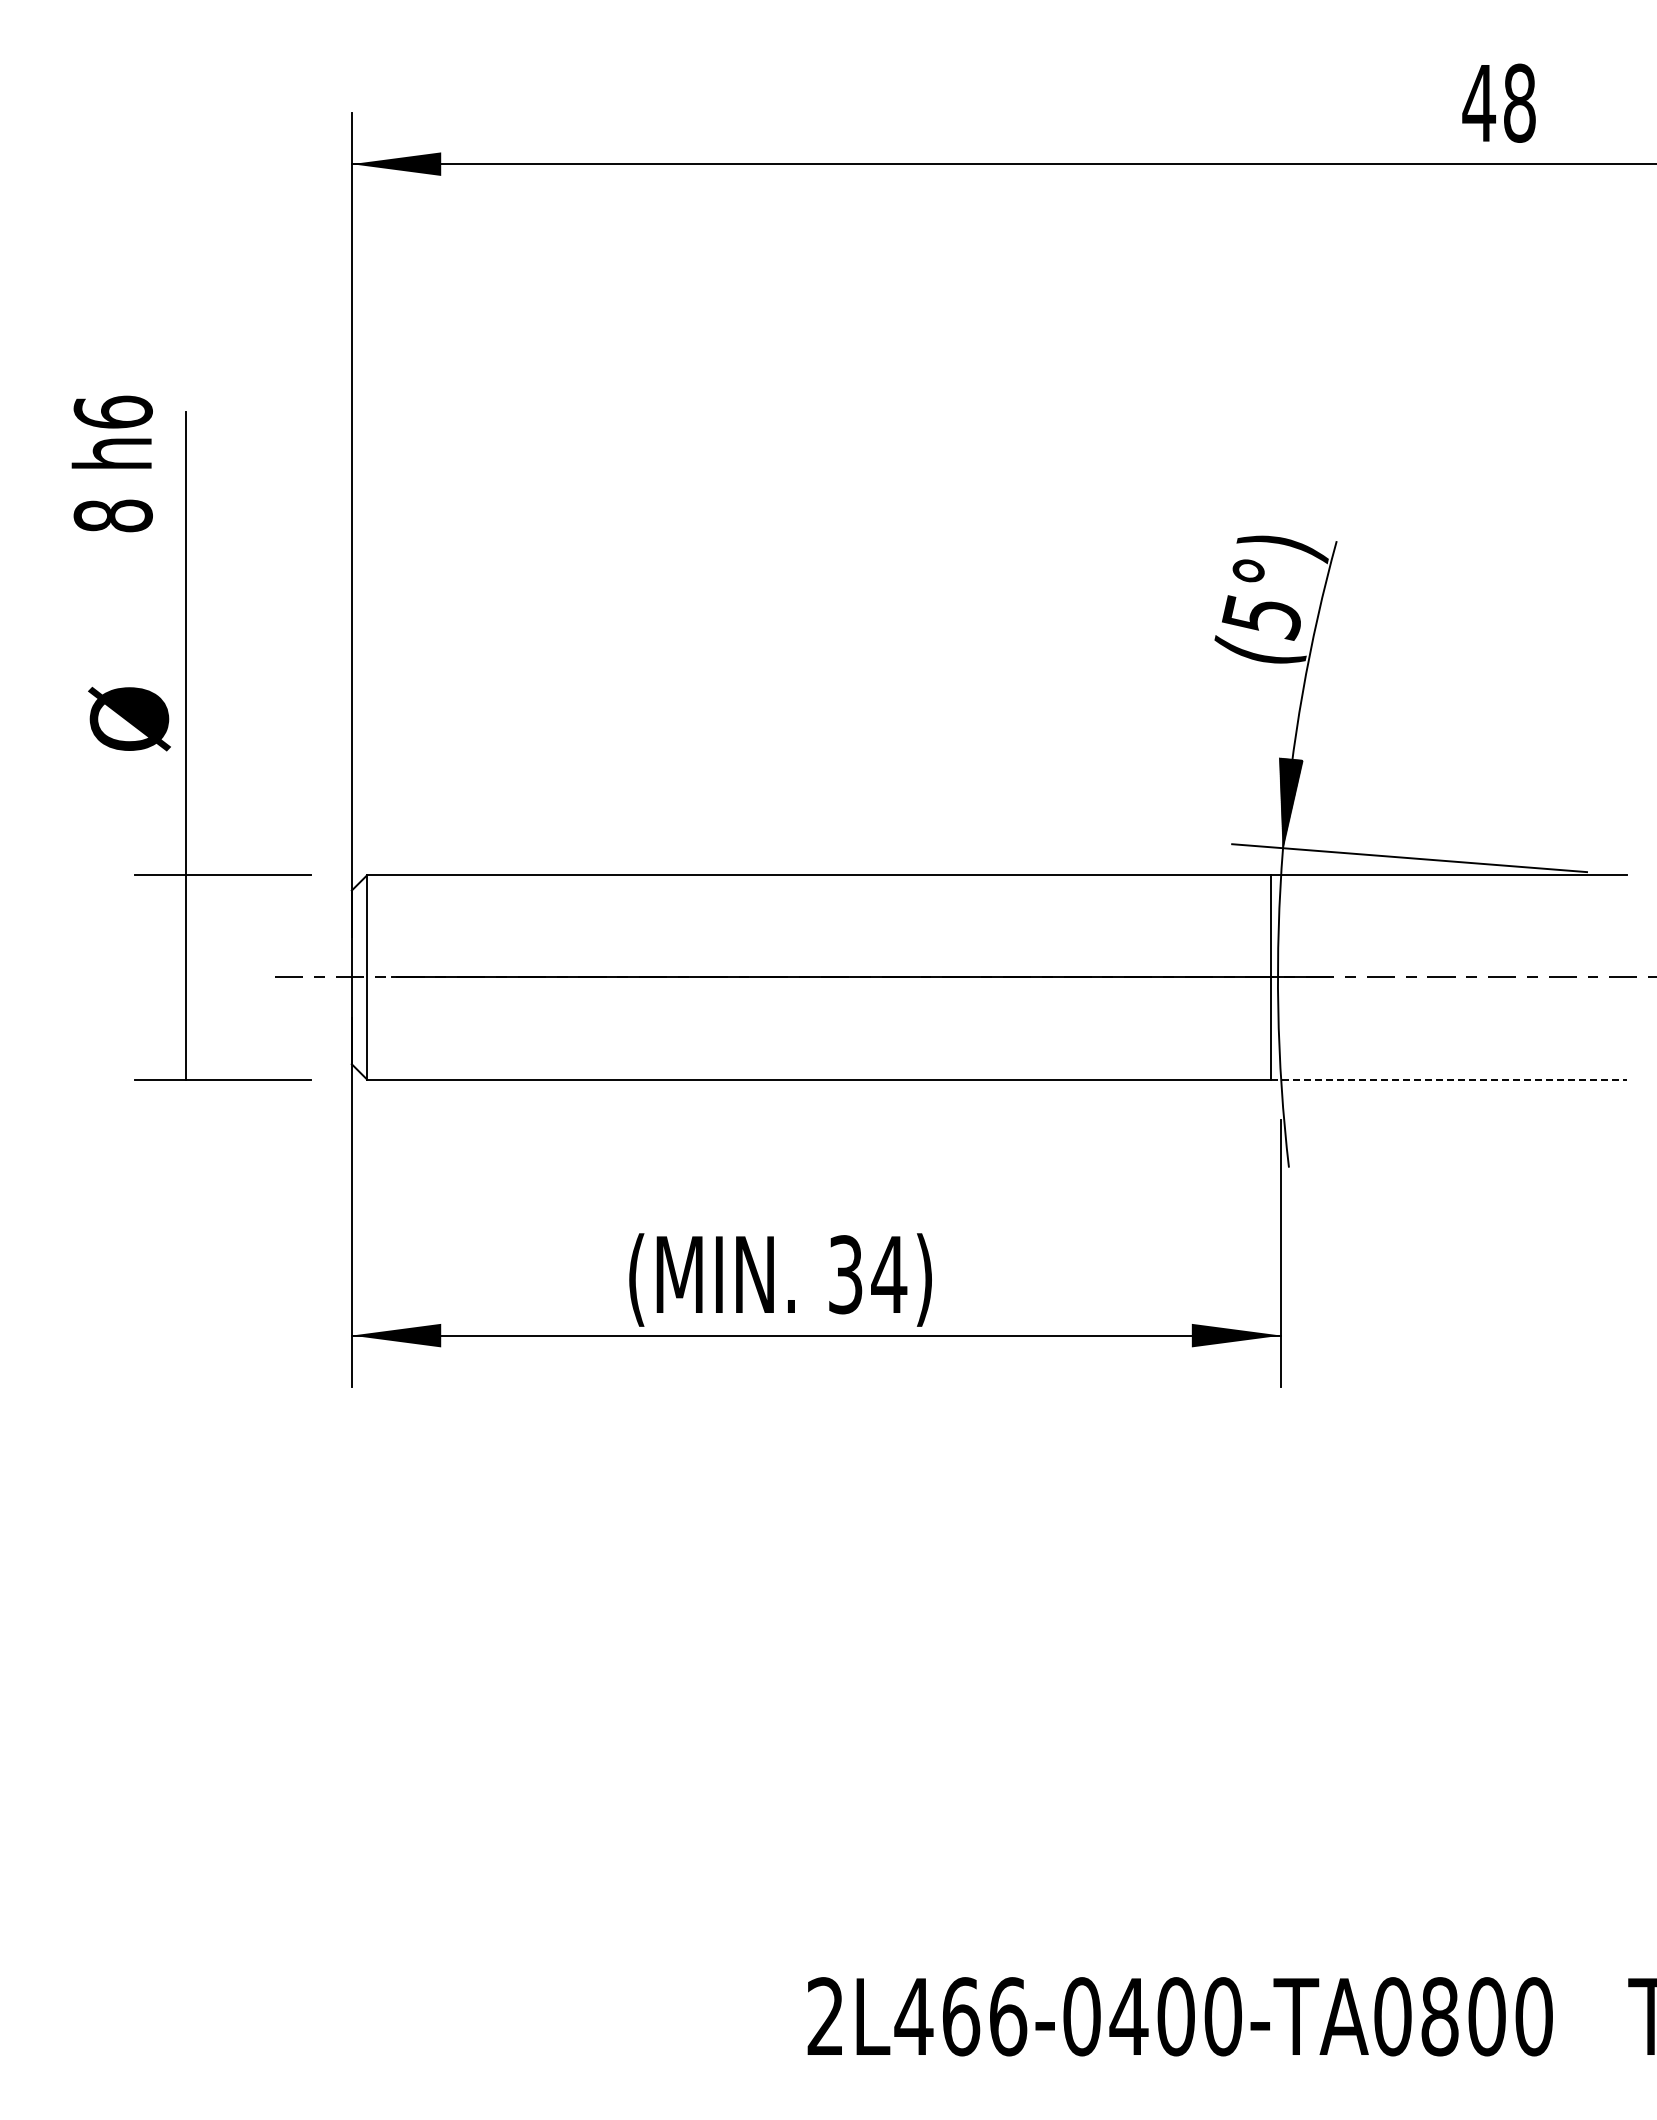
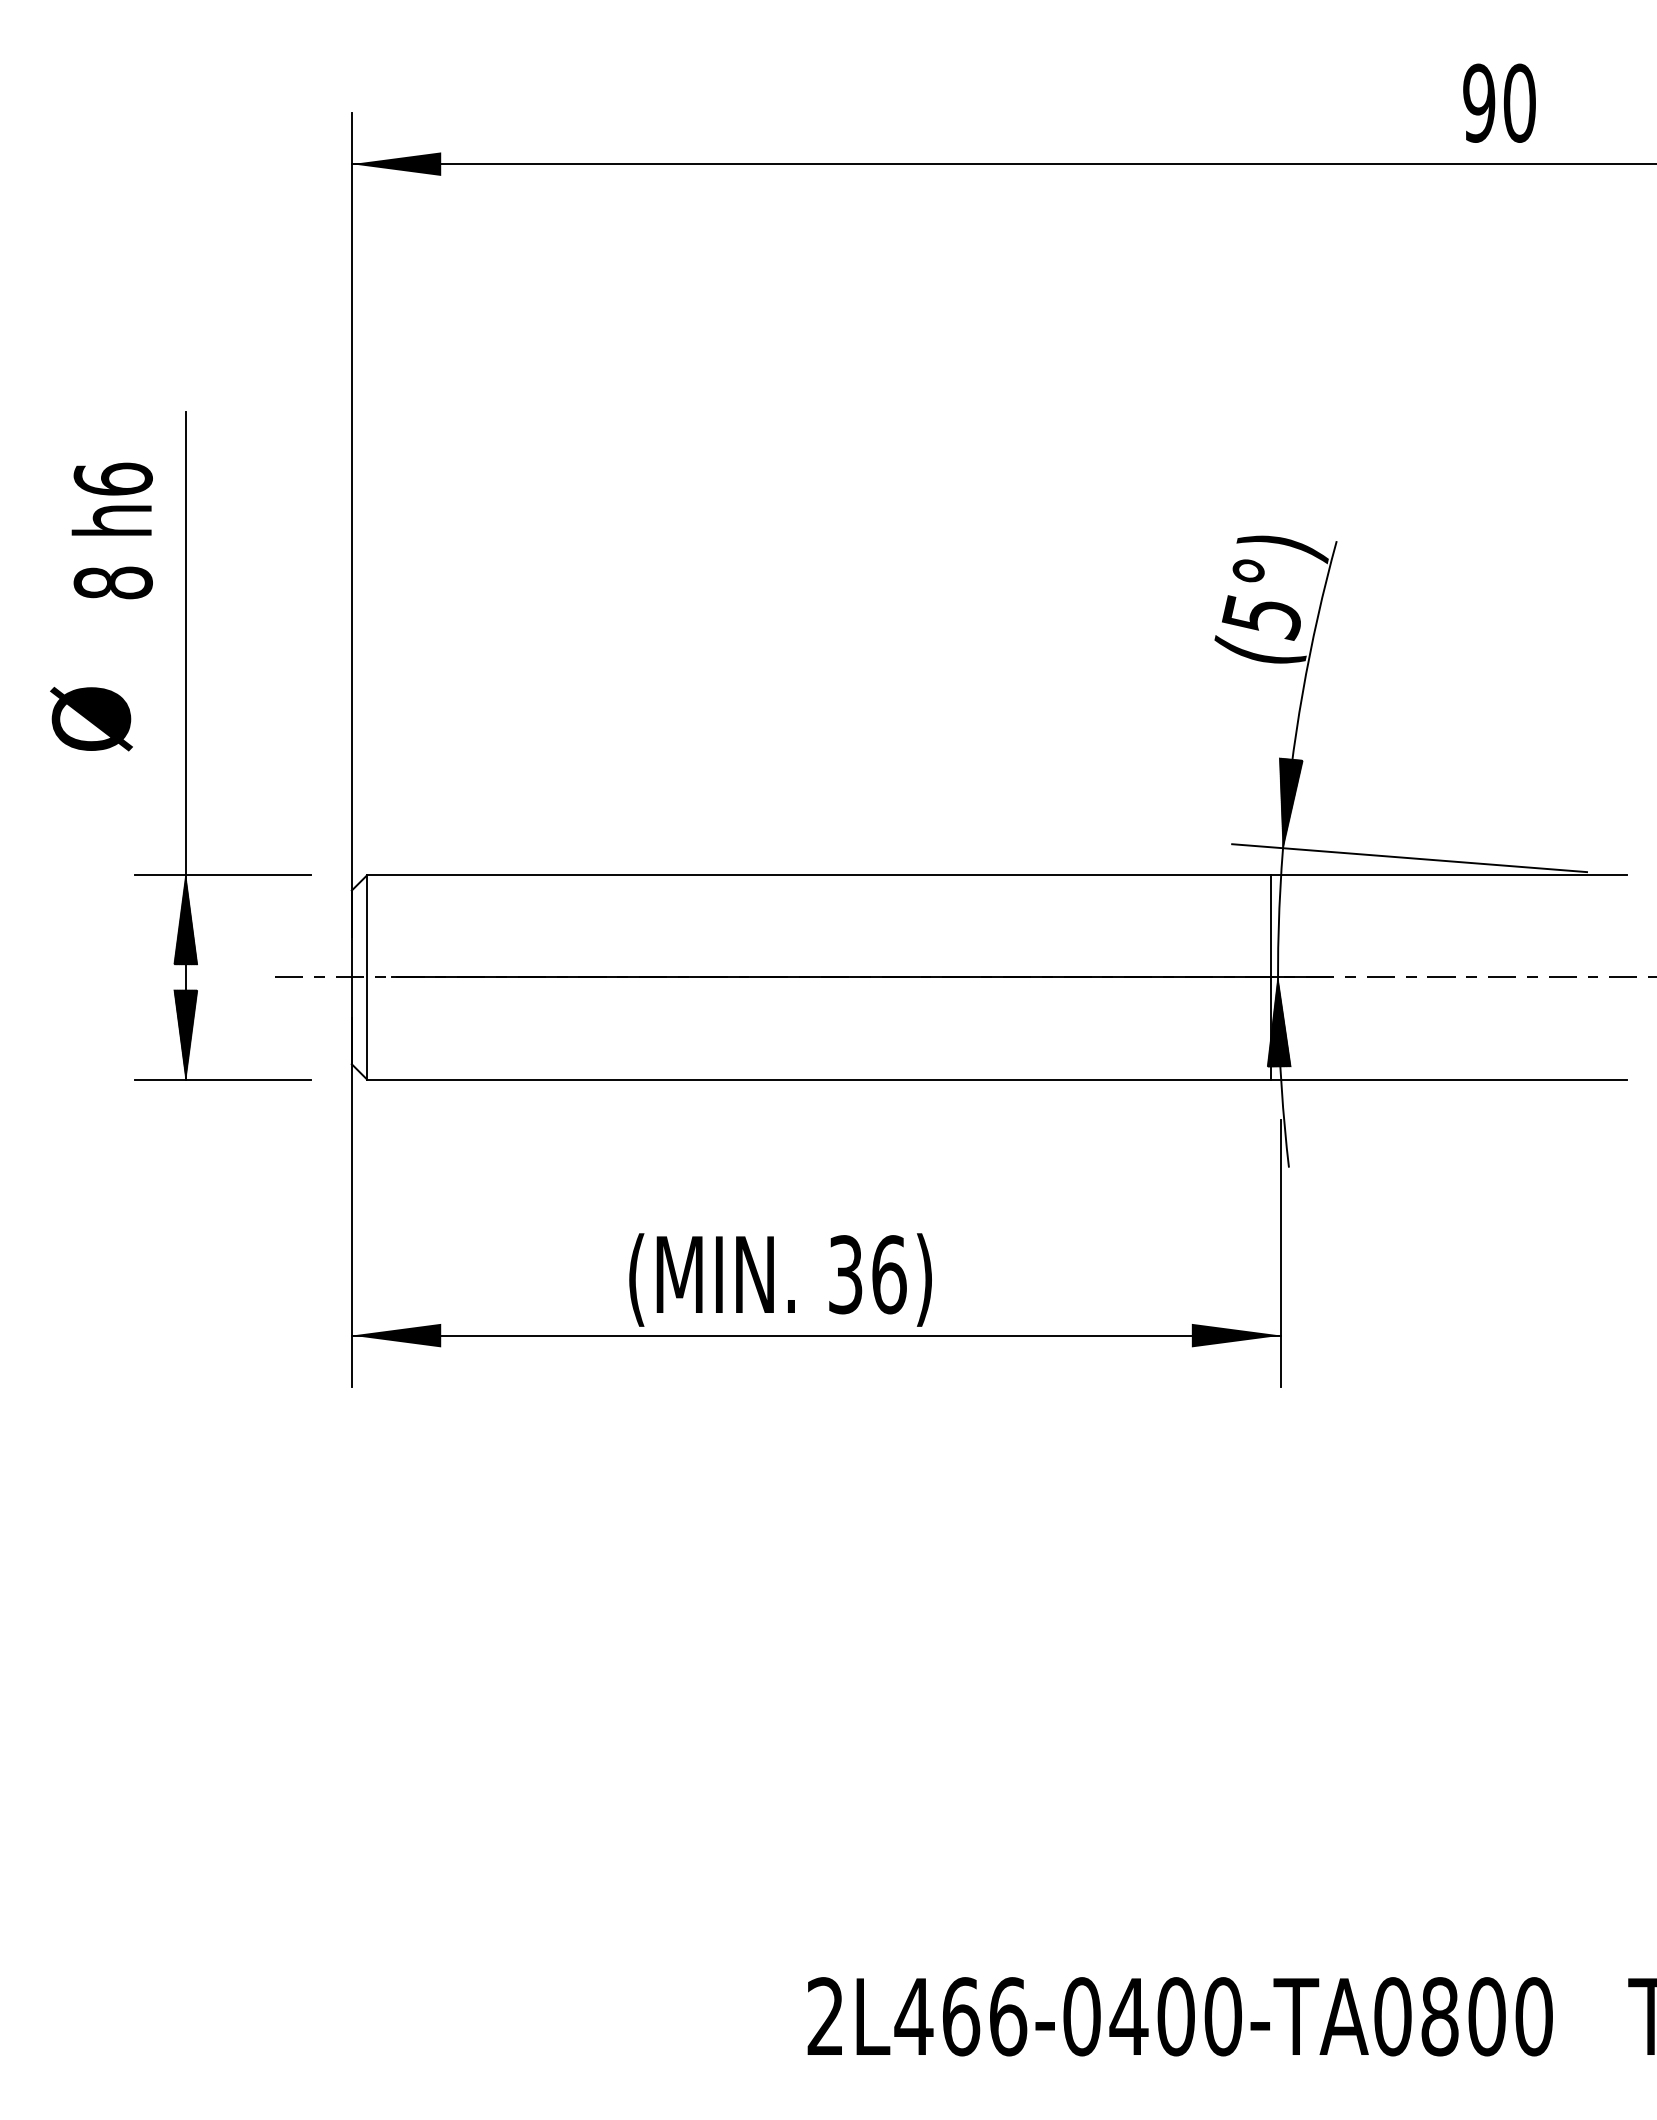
text at (1498, 102): 48 -> 90
text at (111, 463) position: (111, 463) -> (111, 530)
text at (129, 719) position: (129, 719) -> (91, 719)
hatch at (185, 919): none -> present
hatch at (1278, 1021): none -> present
hatch at (185, 1034): none -> present
line at (1449, 1079): dashed -> solid
text at (889, 1274): 34) -> 36)
